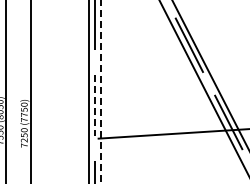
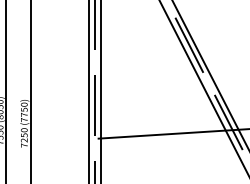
line at (101, 92): dashed -> solid
line at (94, 105): dashed -> solid
